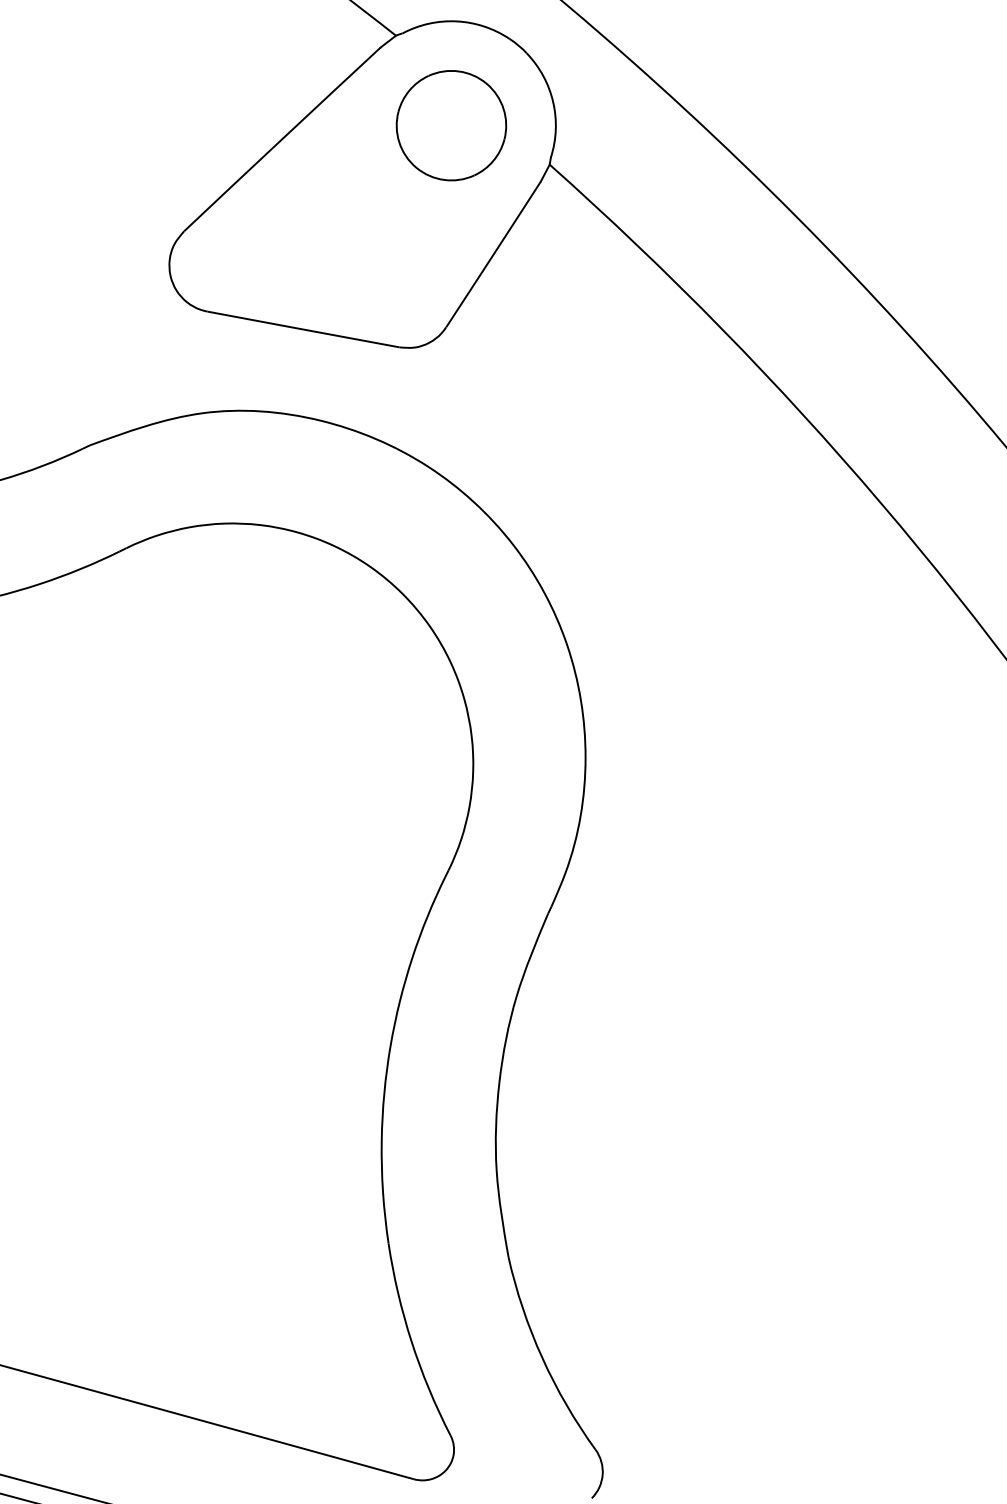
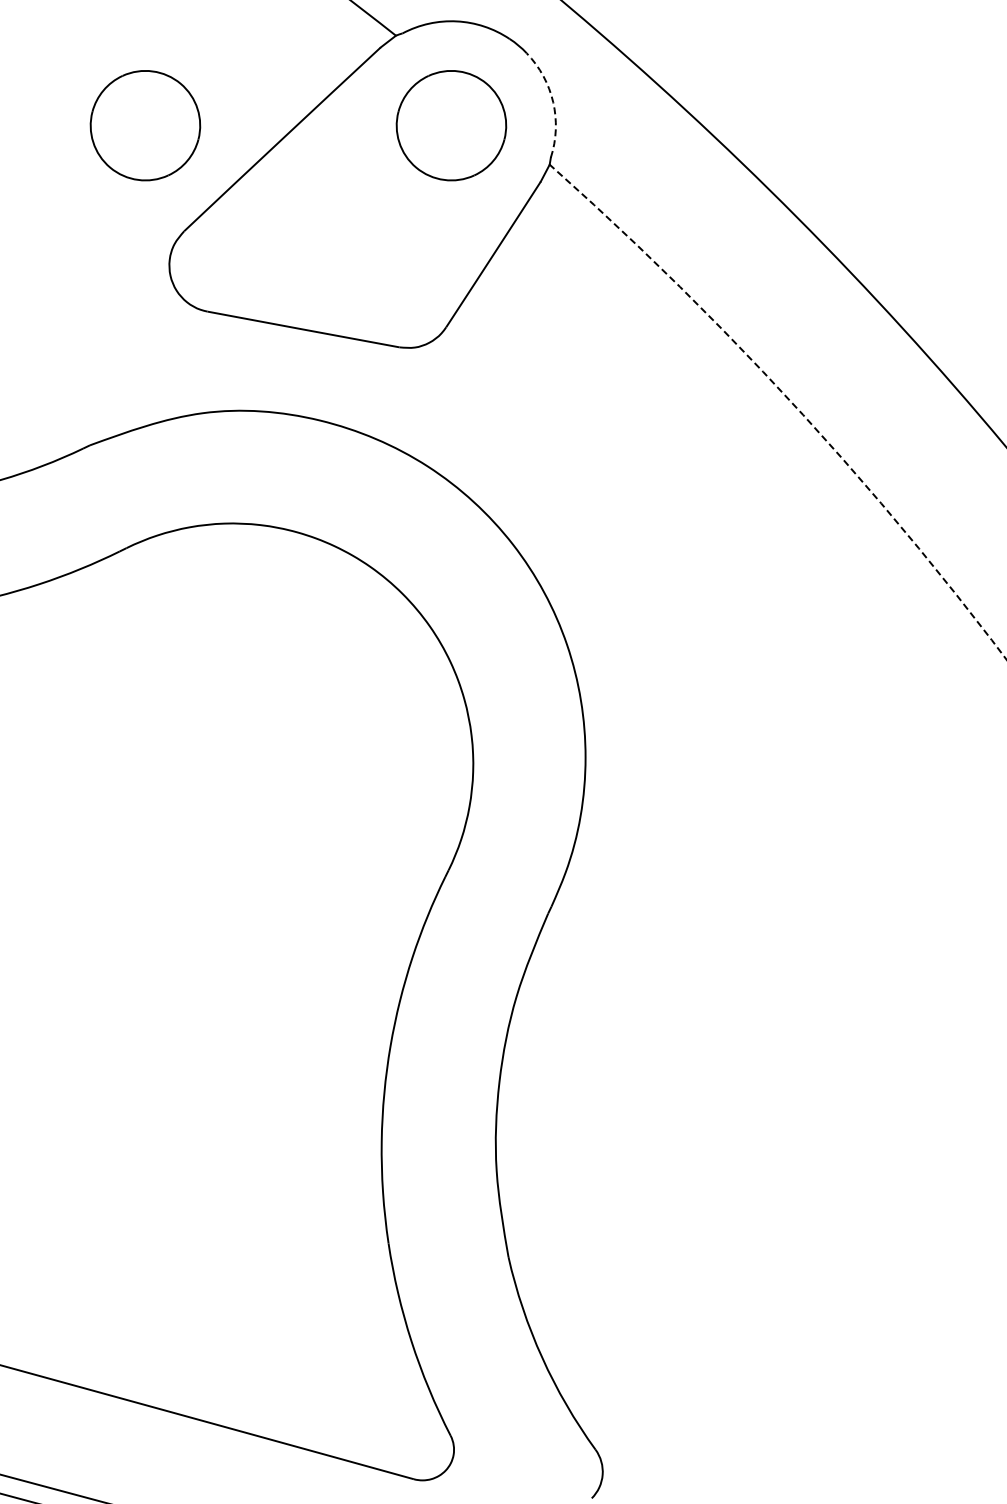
arc at (553, 102): solid -> dashed
part at (145, 125): none -> present
arc at (789, 400): solid -> dashed
